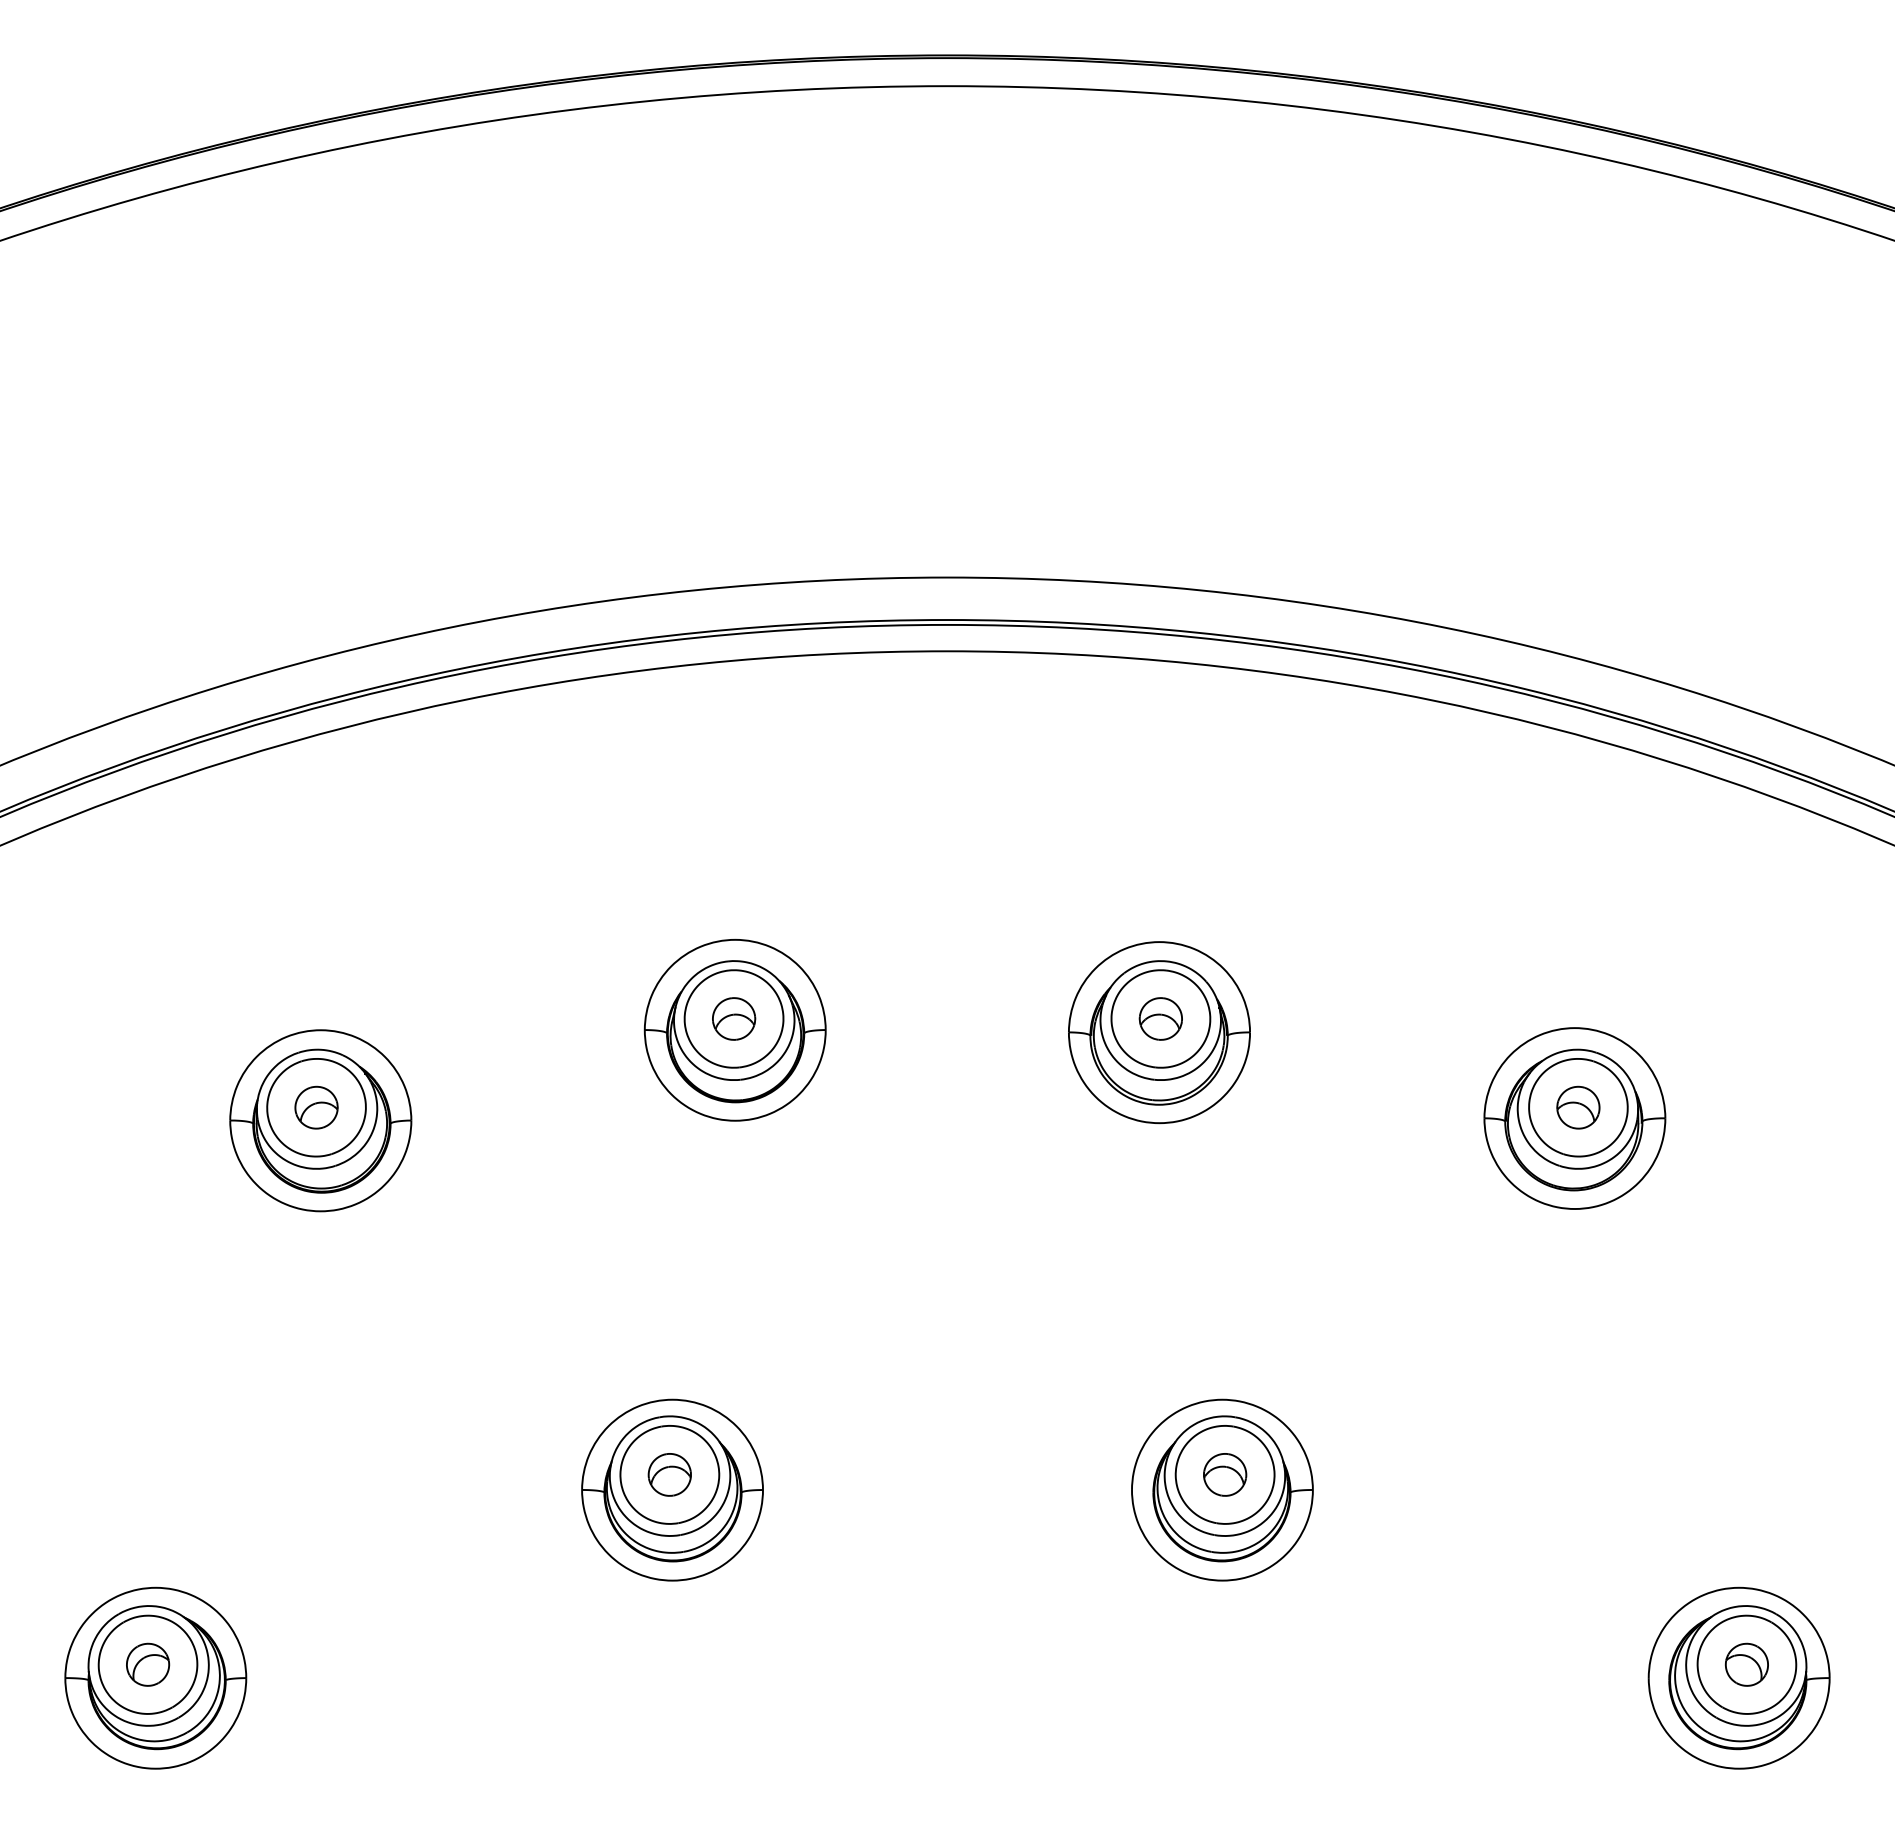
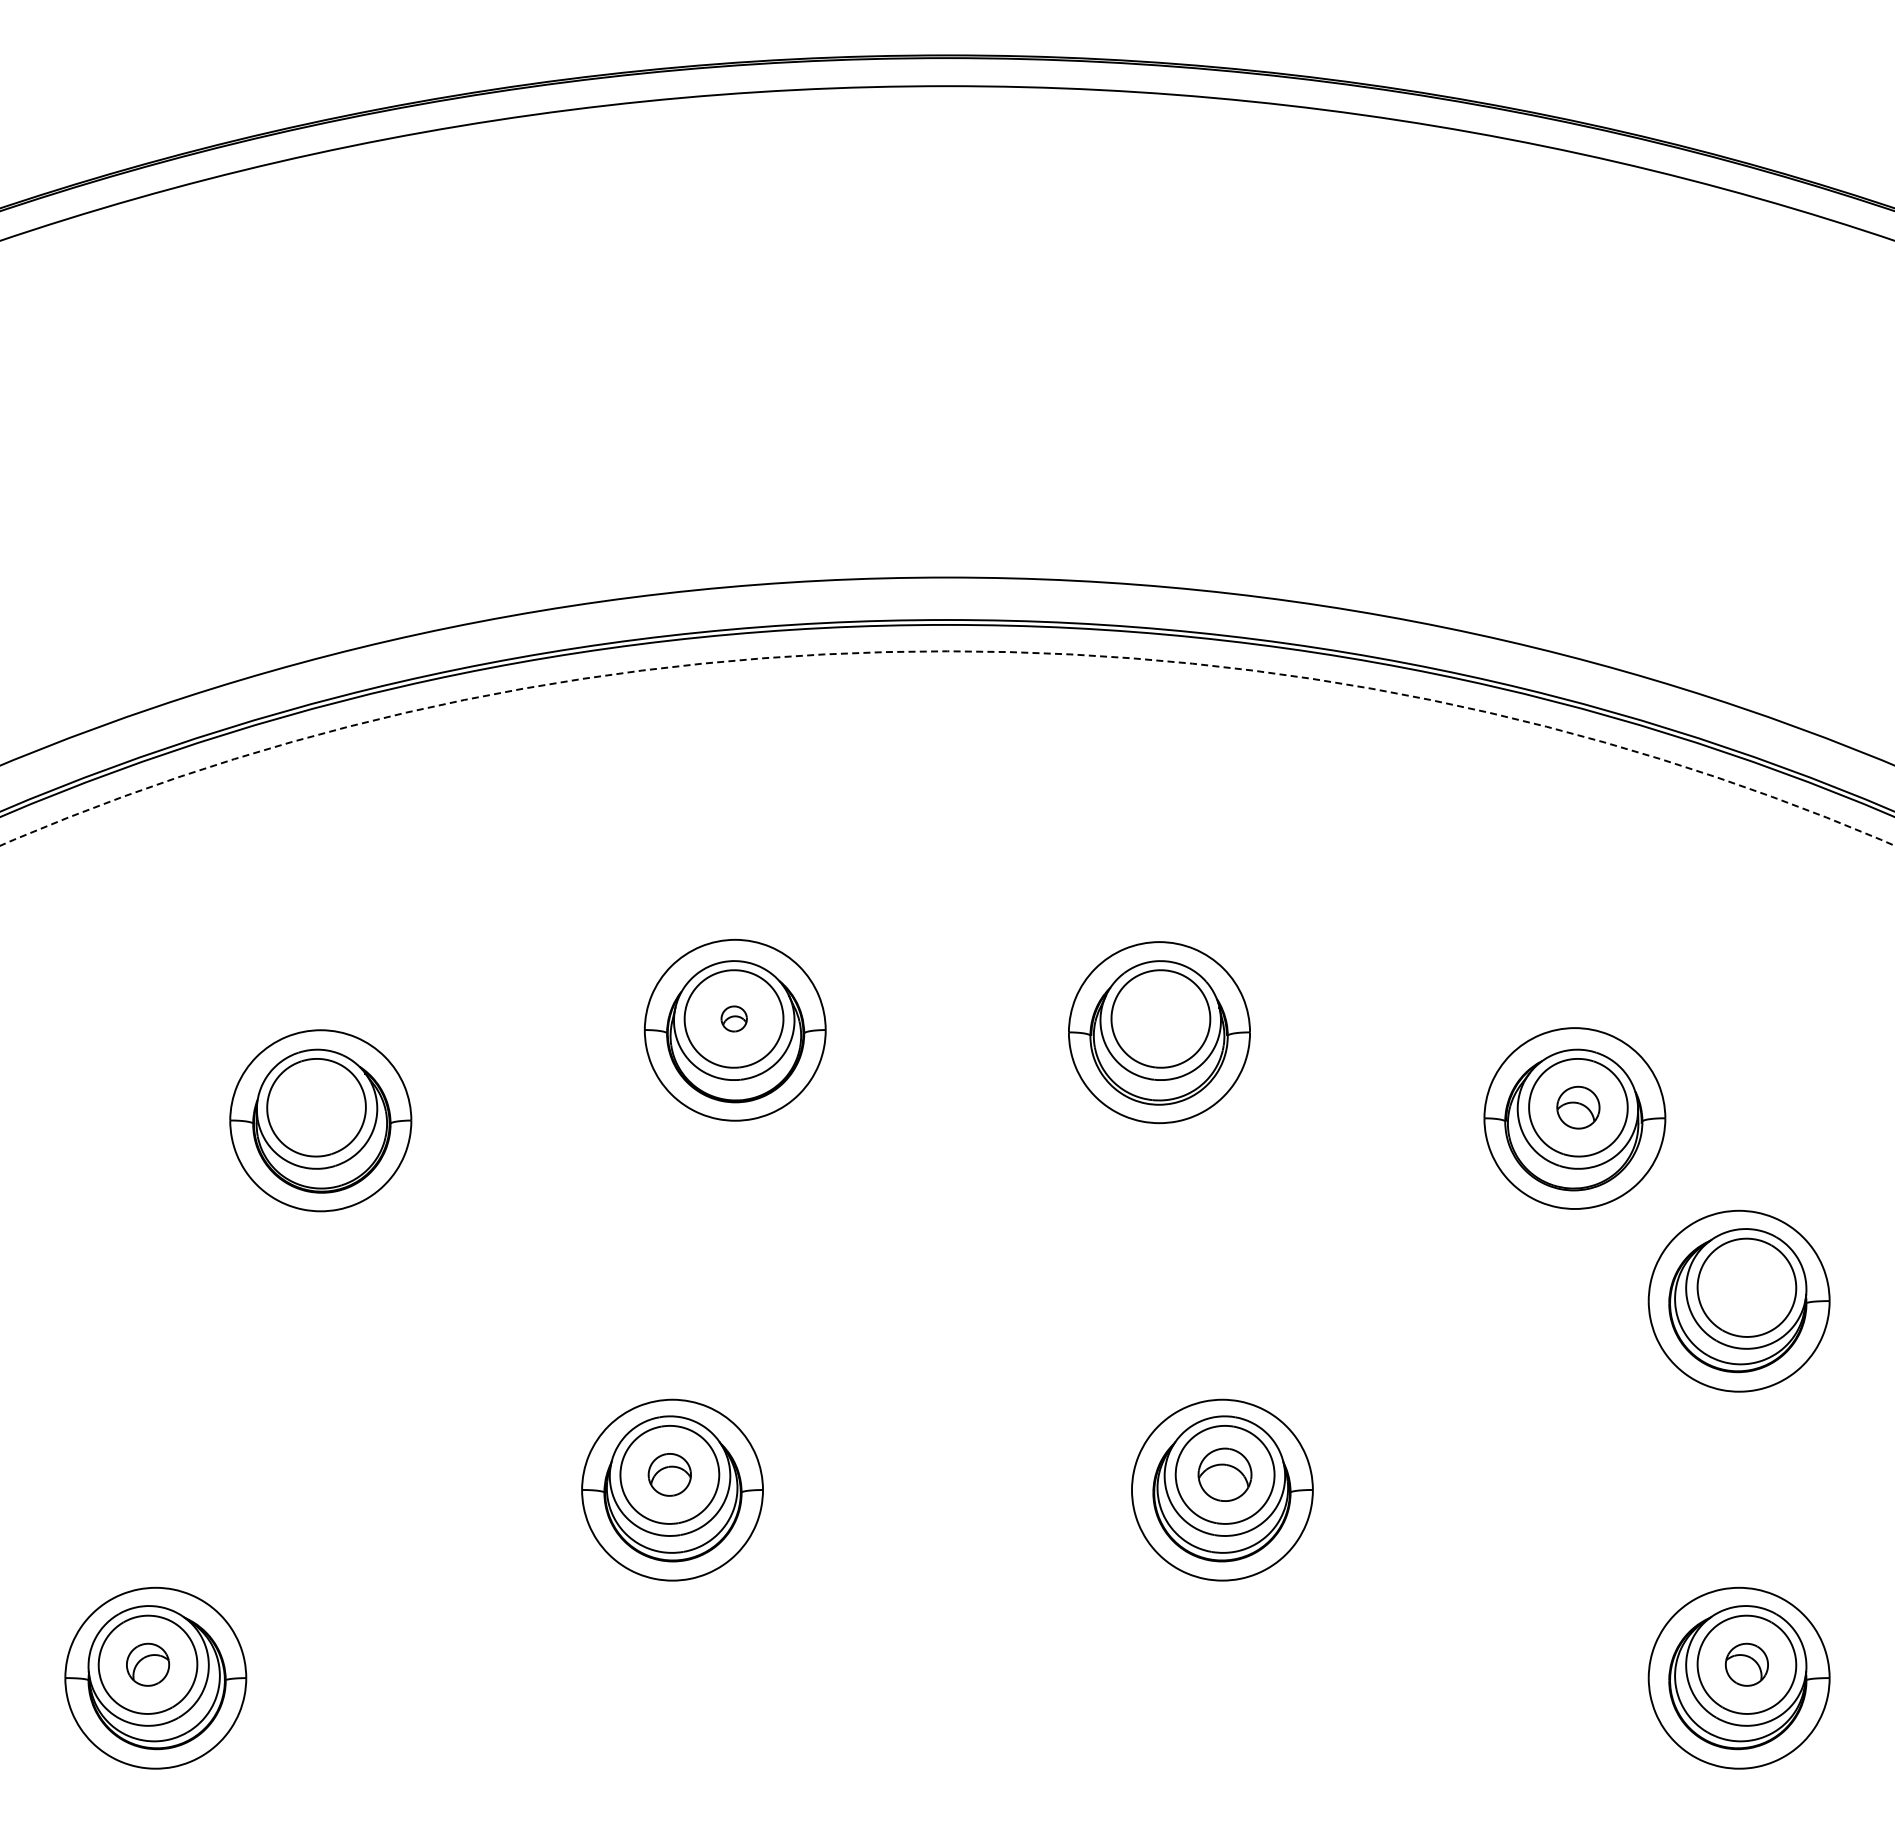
circle at (947, 748): solid -> dashed
part at (734, 1018) size: 45x44 px -> 28x28 px
part at (1160, 1018): present -> none
part at (316, 1107): present -> none
part at (1738, 1300): none -> present
part at (1225, 1474) size: 45x44 px -> 56x55 px
